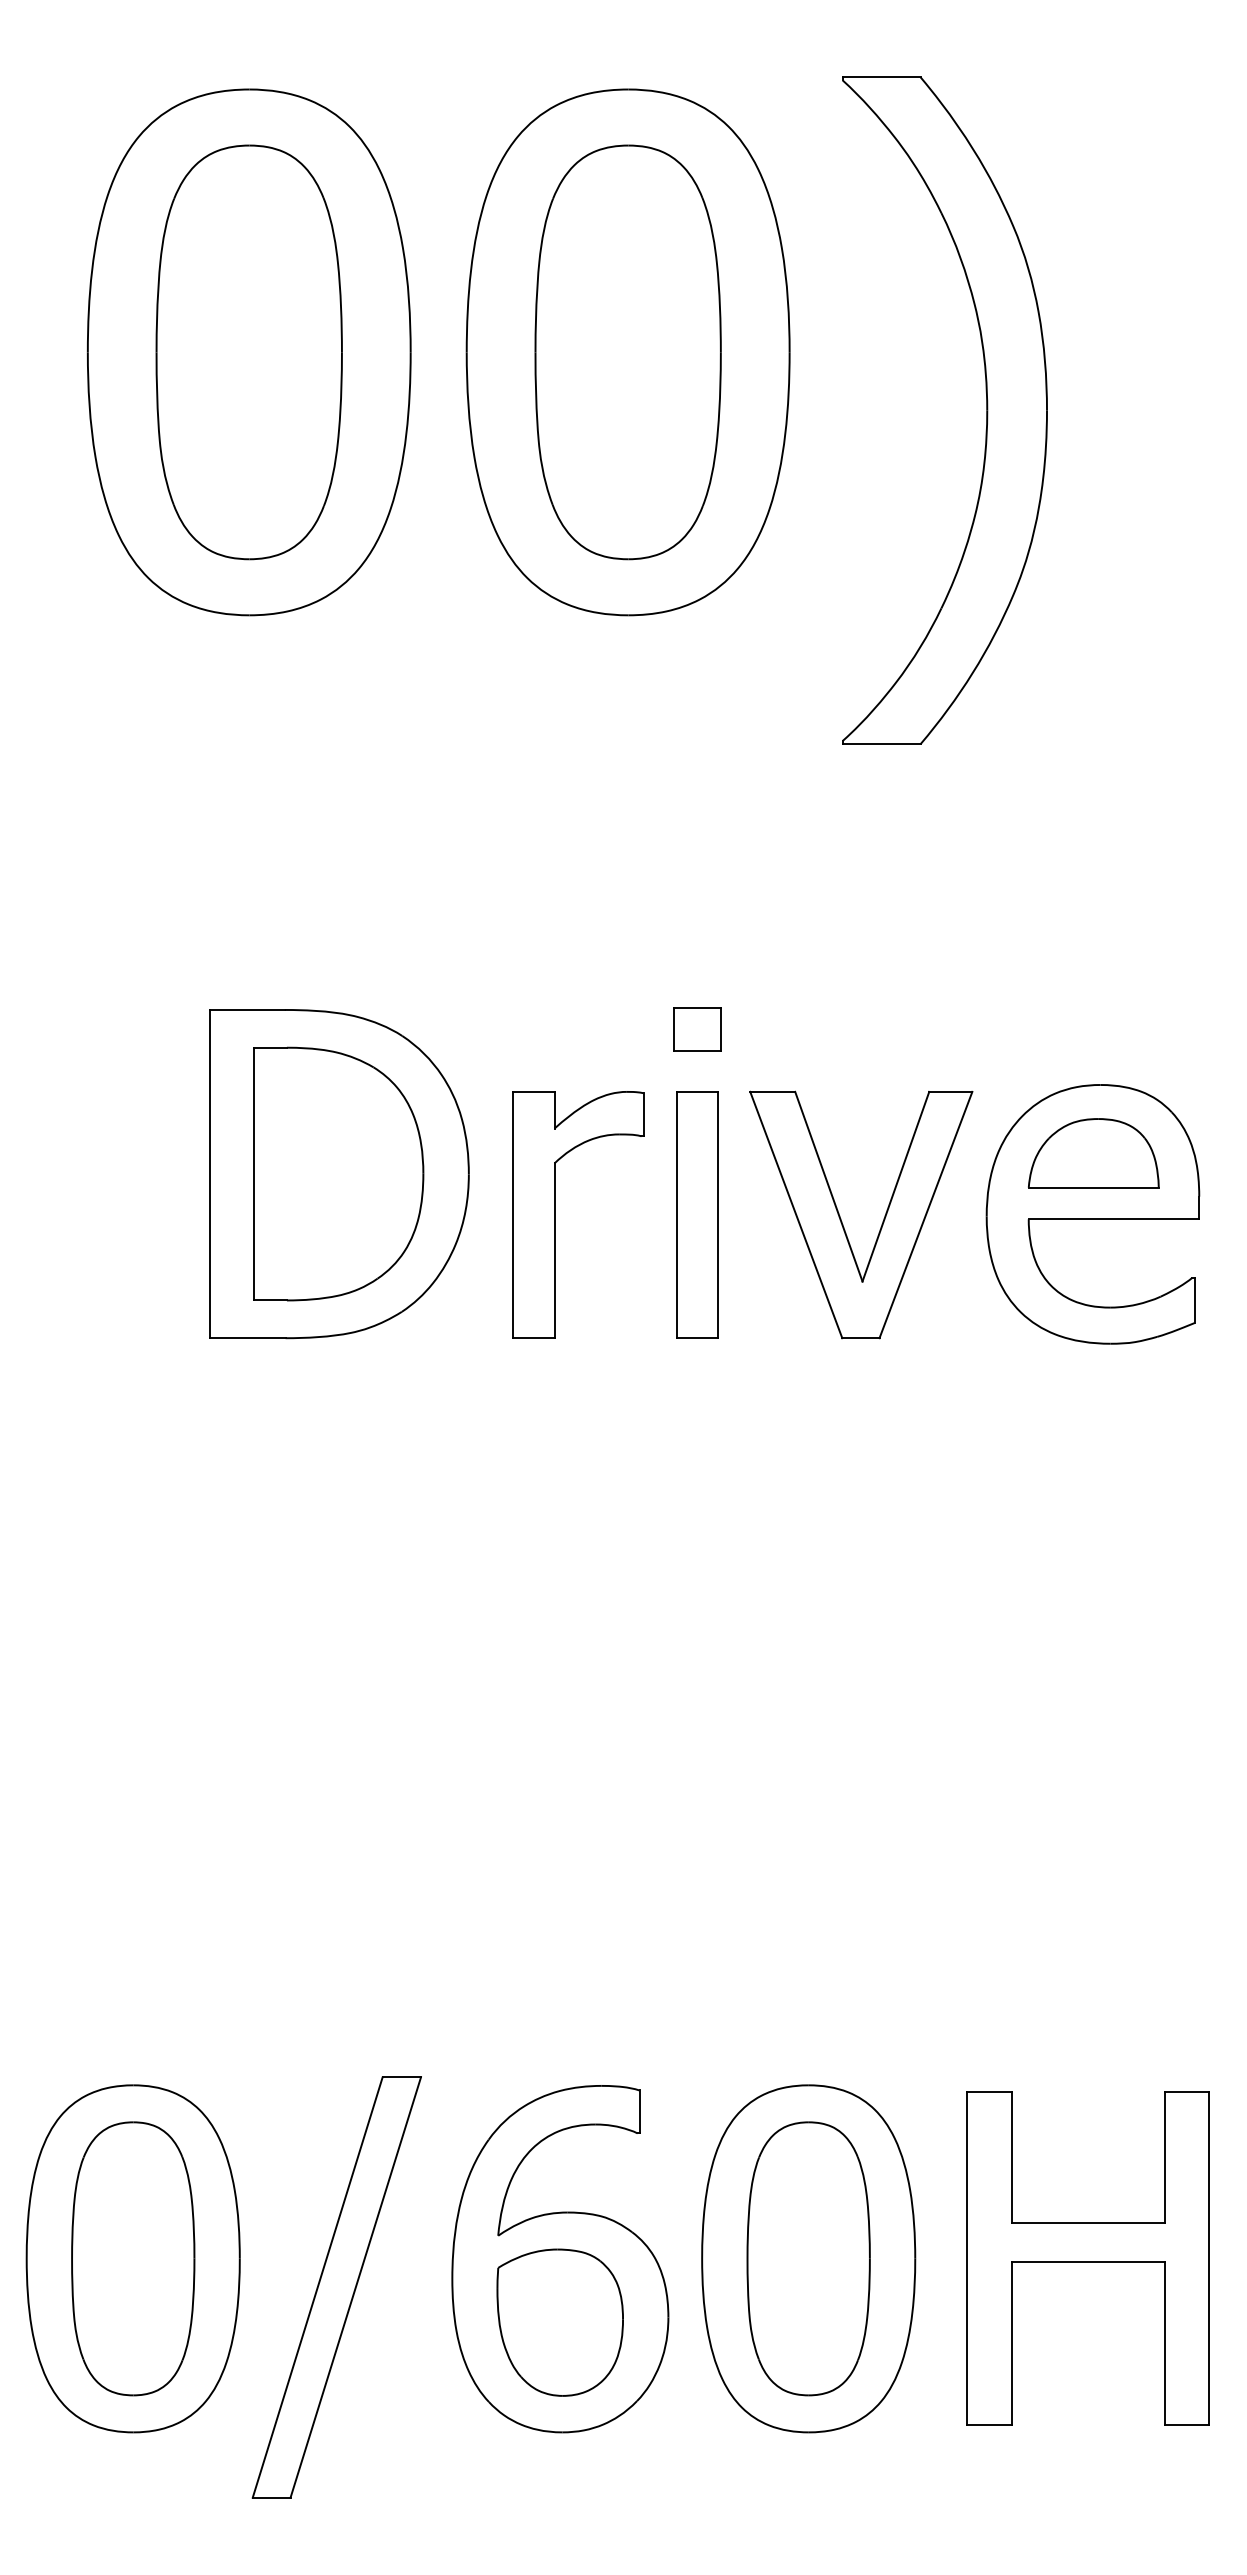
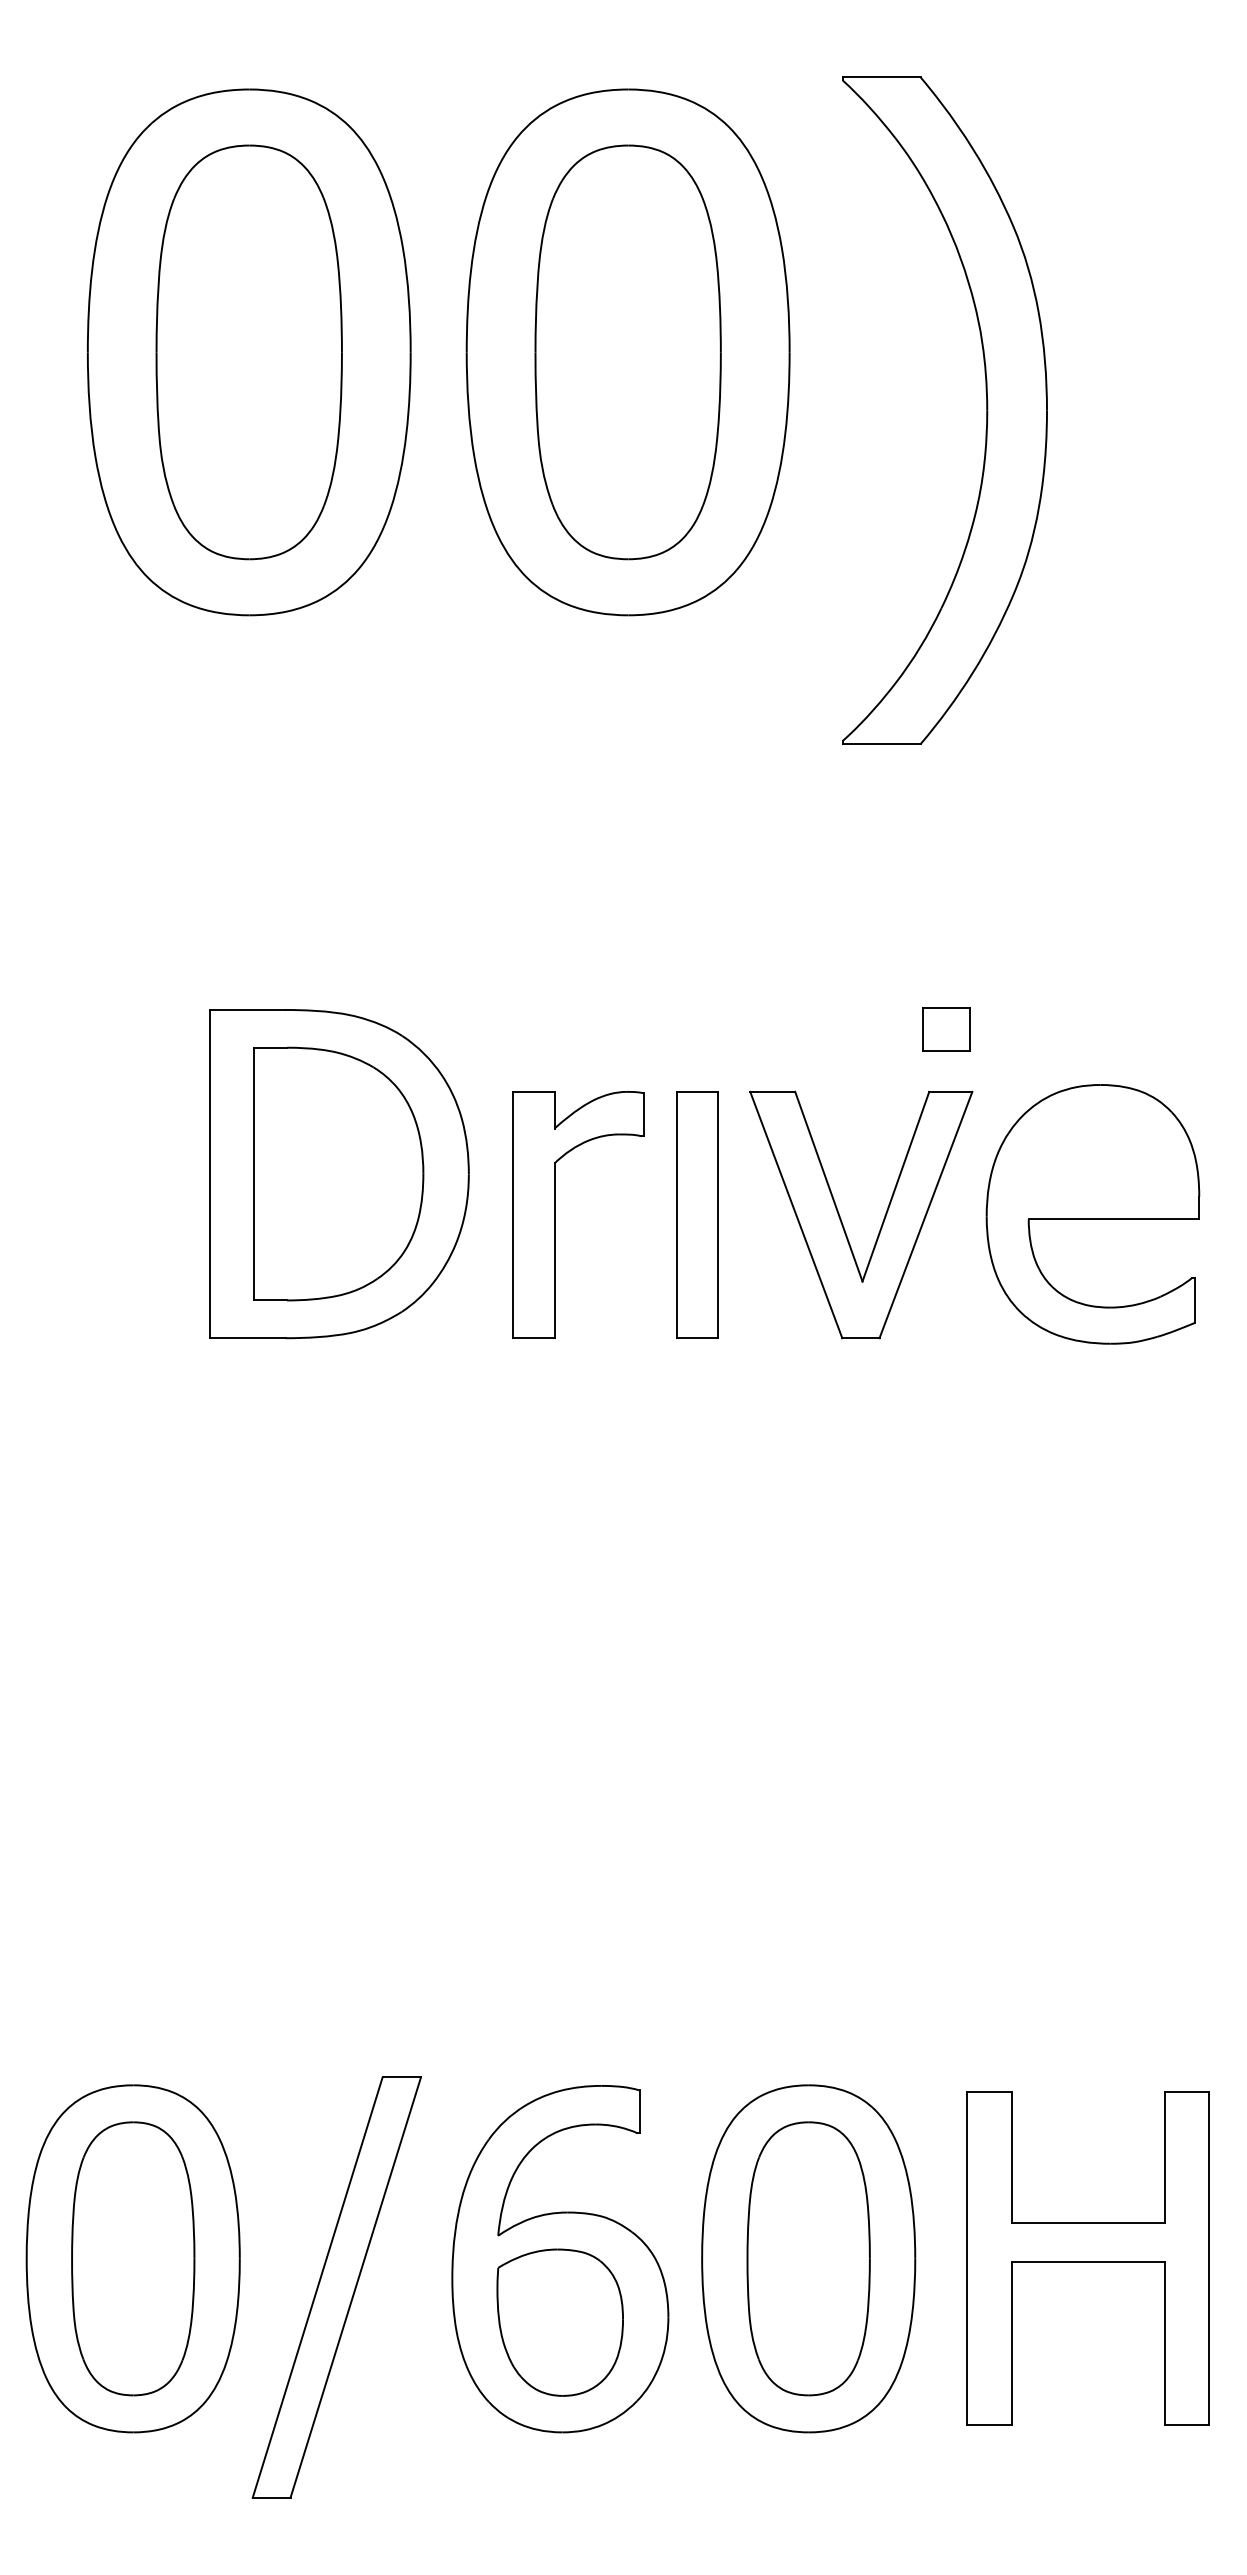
part at (697, 1029) position: (697, 1029) -> (946, 1029)
part at (1093, 1153): present -> none
